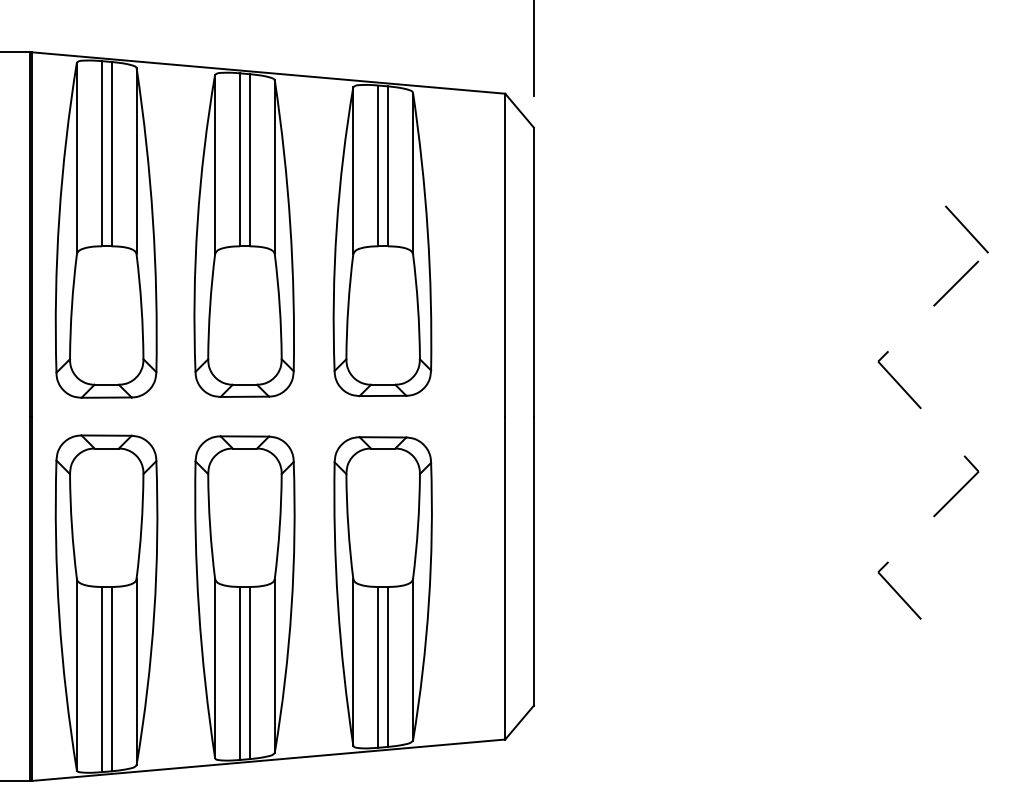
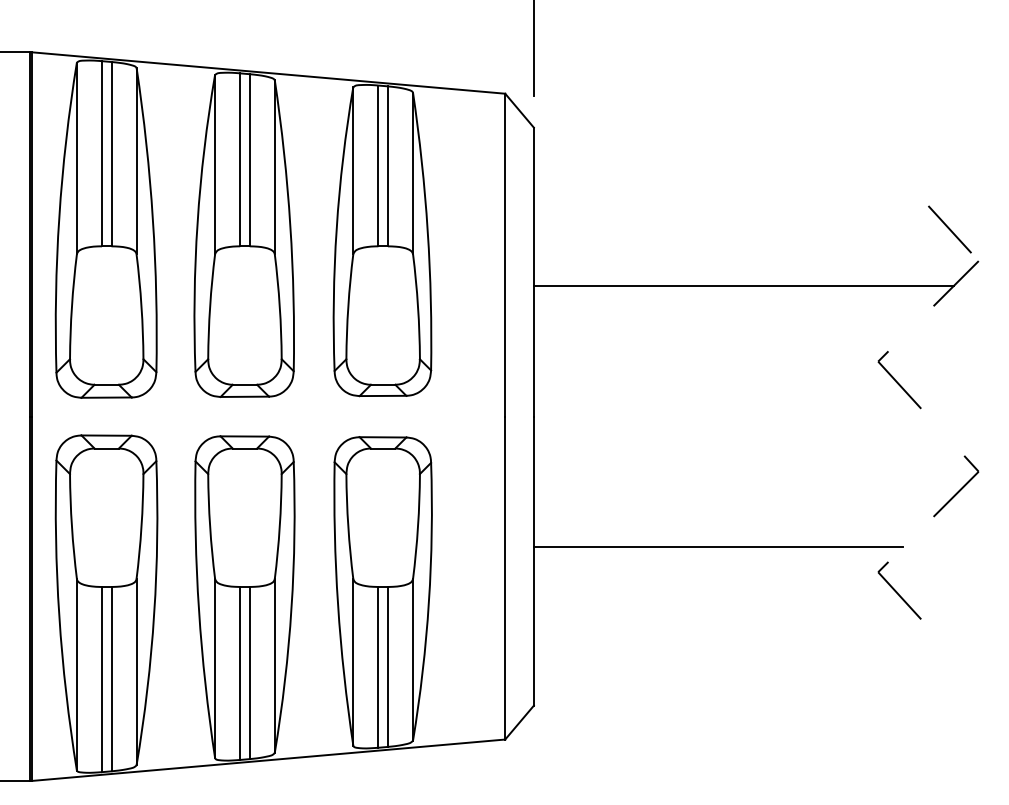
line at (966, 229) position: (966, 229) -> (949, 229)
line at (743, 285): none -> present
line at (717, 547): none -> present
